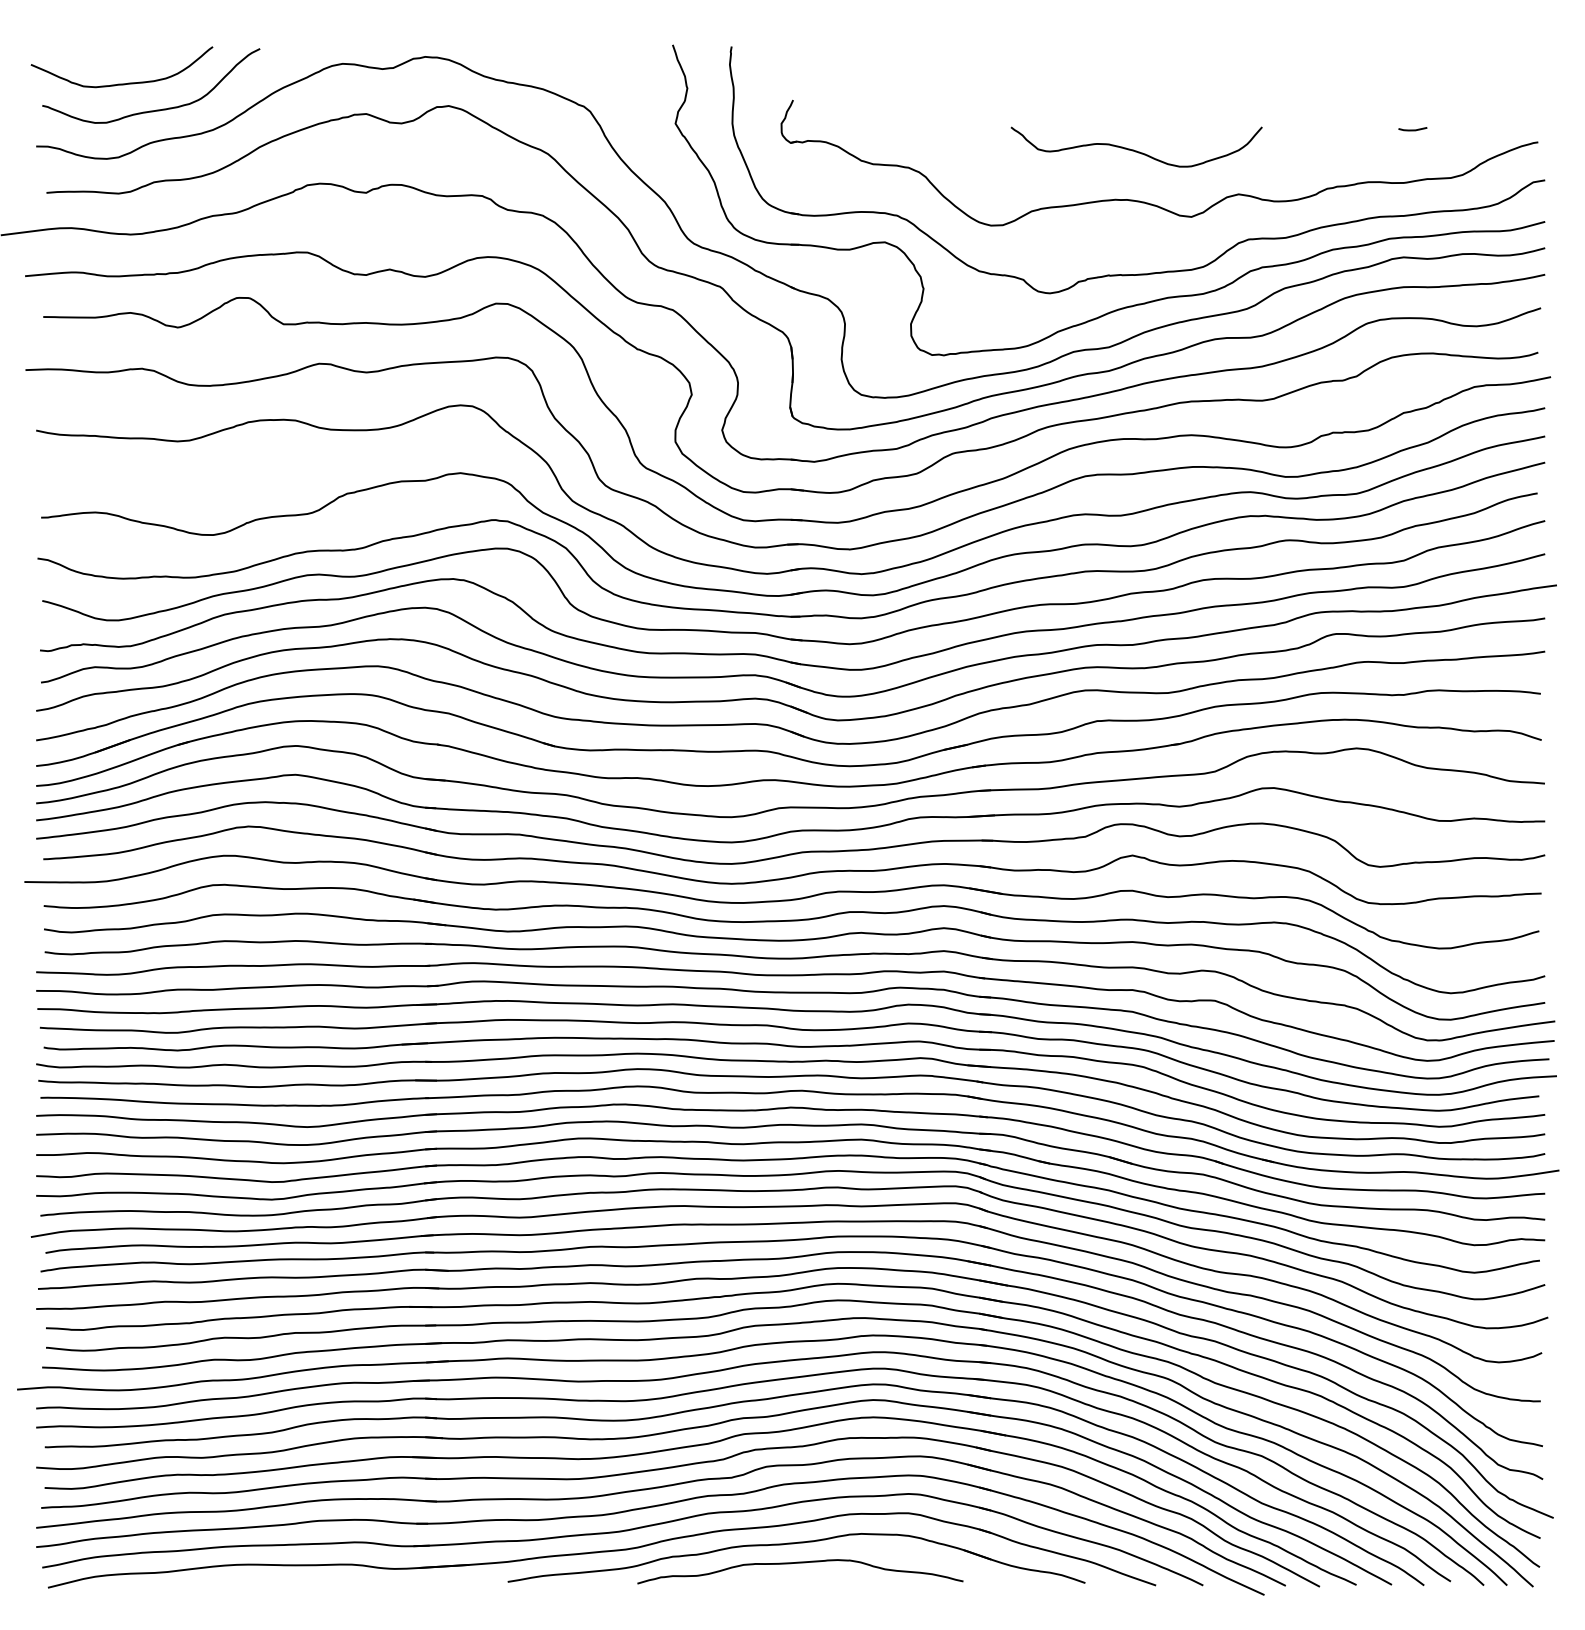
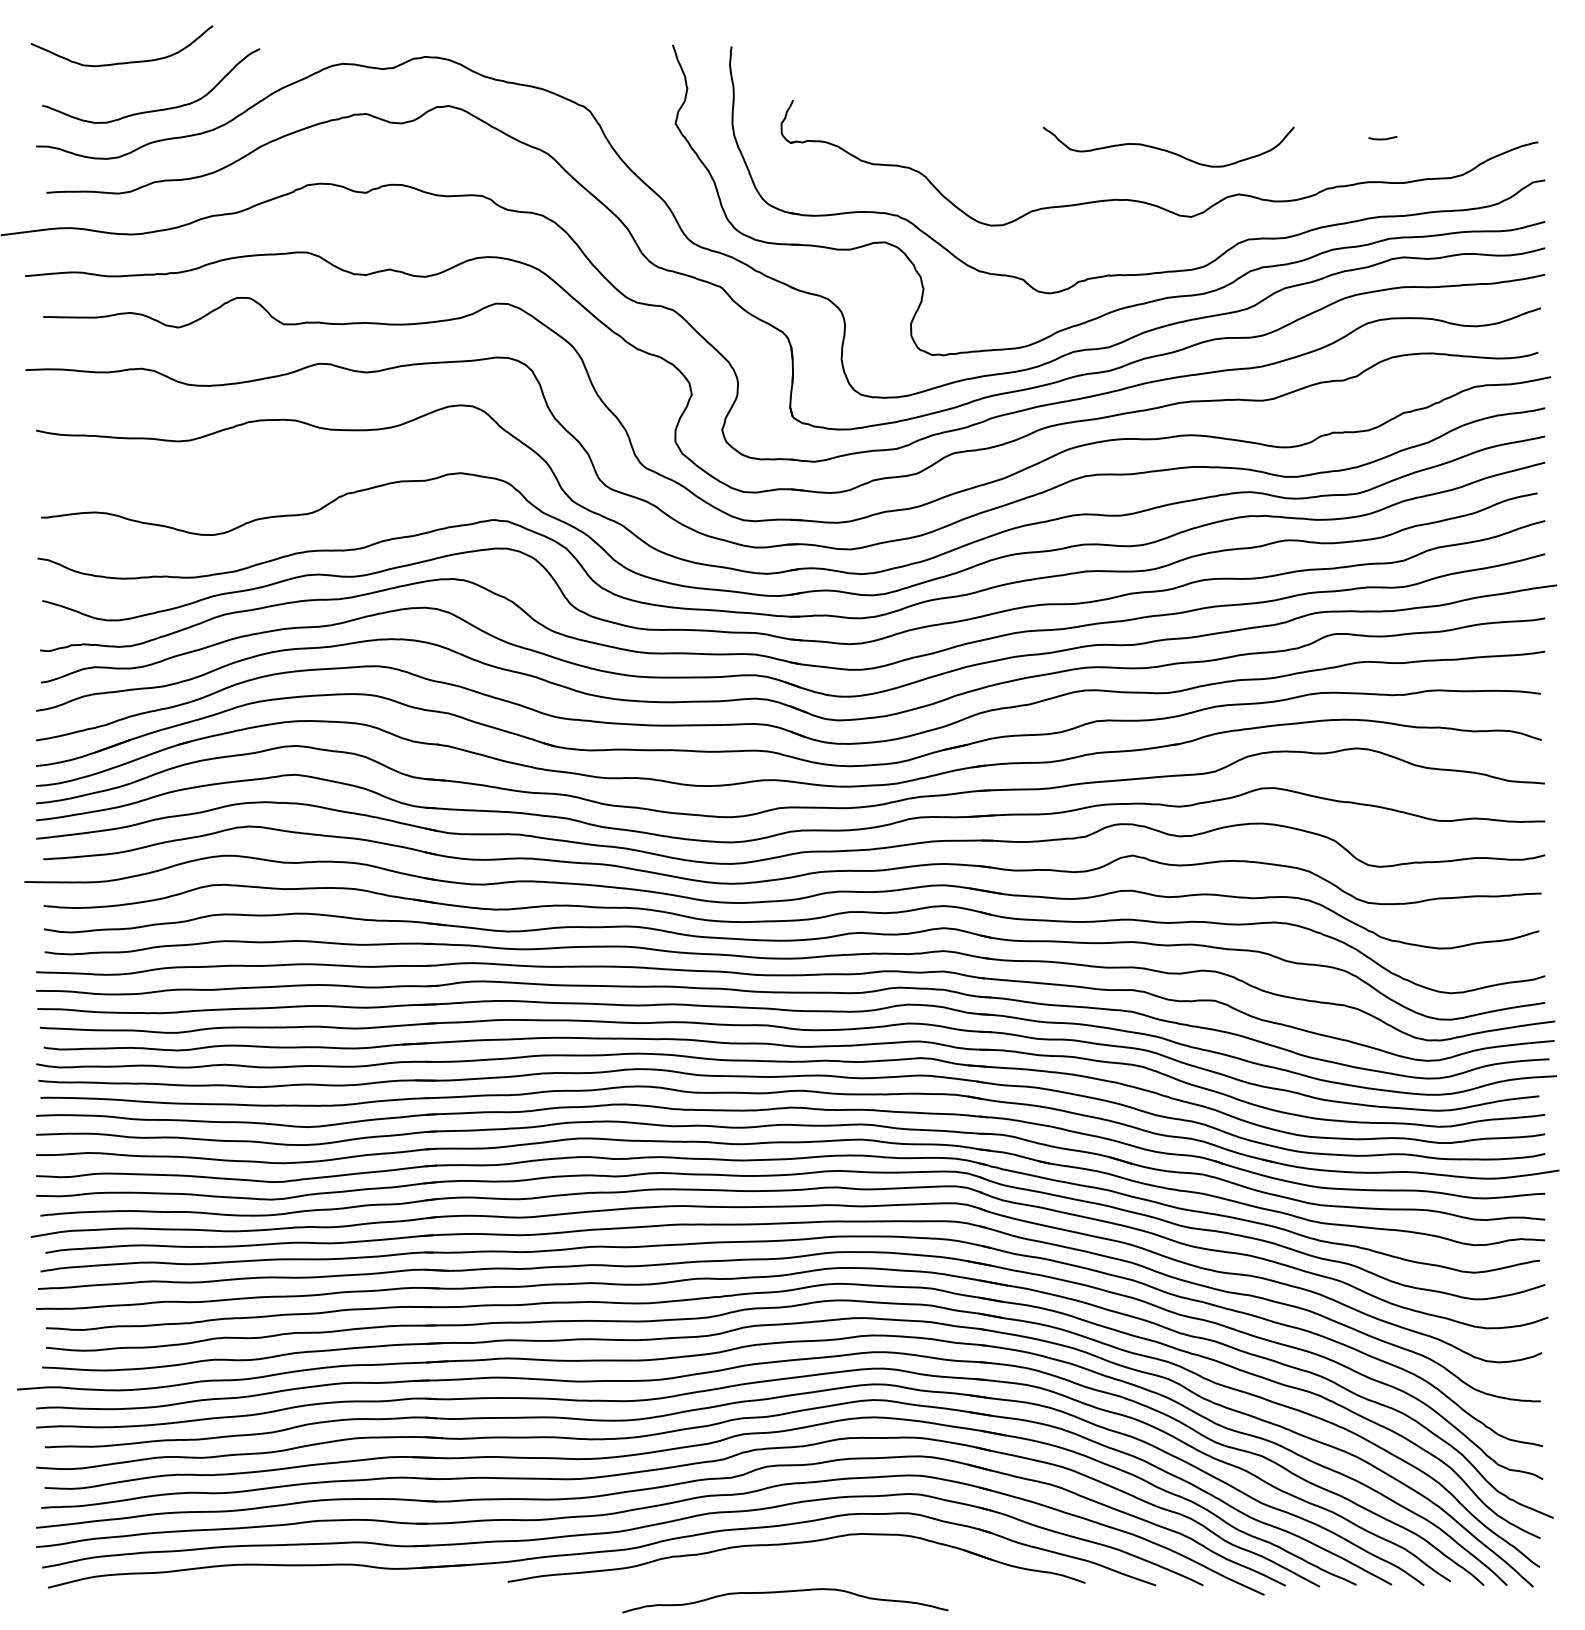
curve at (121, 83) position: (121, 83) -> (121, 62)
line at (1412, 129) position: (1412, 129) -> (1382, 138)
curve at (1136, 150) position: (1136, 150) -> (1168, 150)
curve at (800, 1563) position: (800, 1563) -> (785, 1592)
